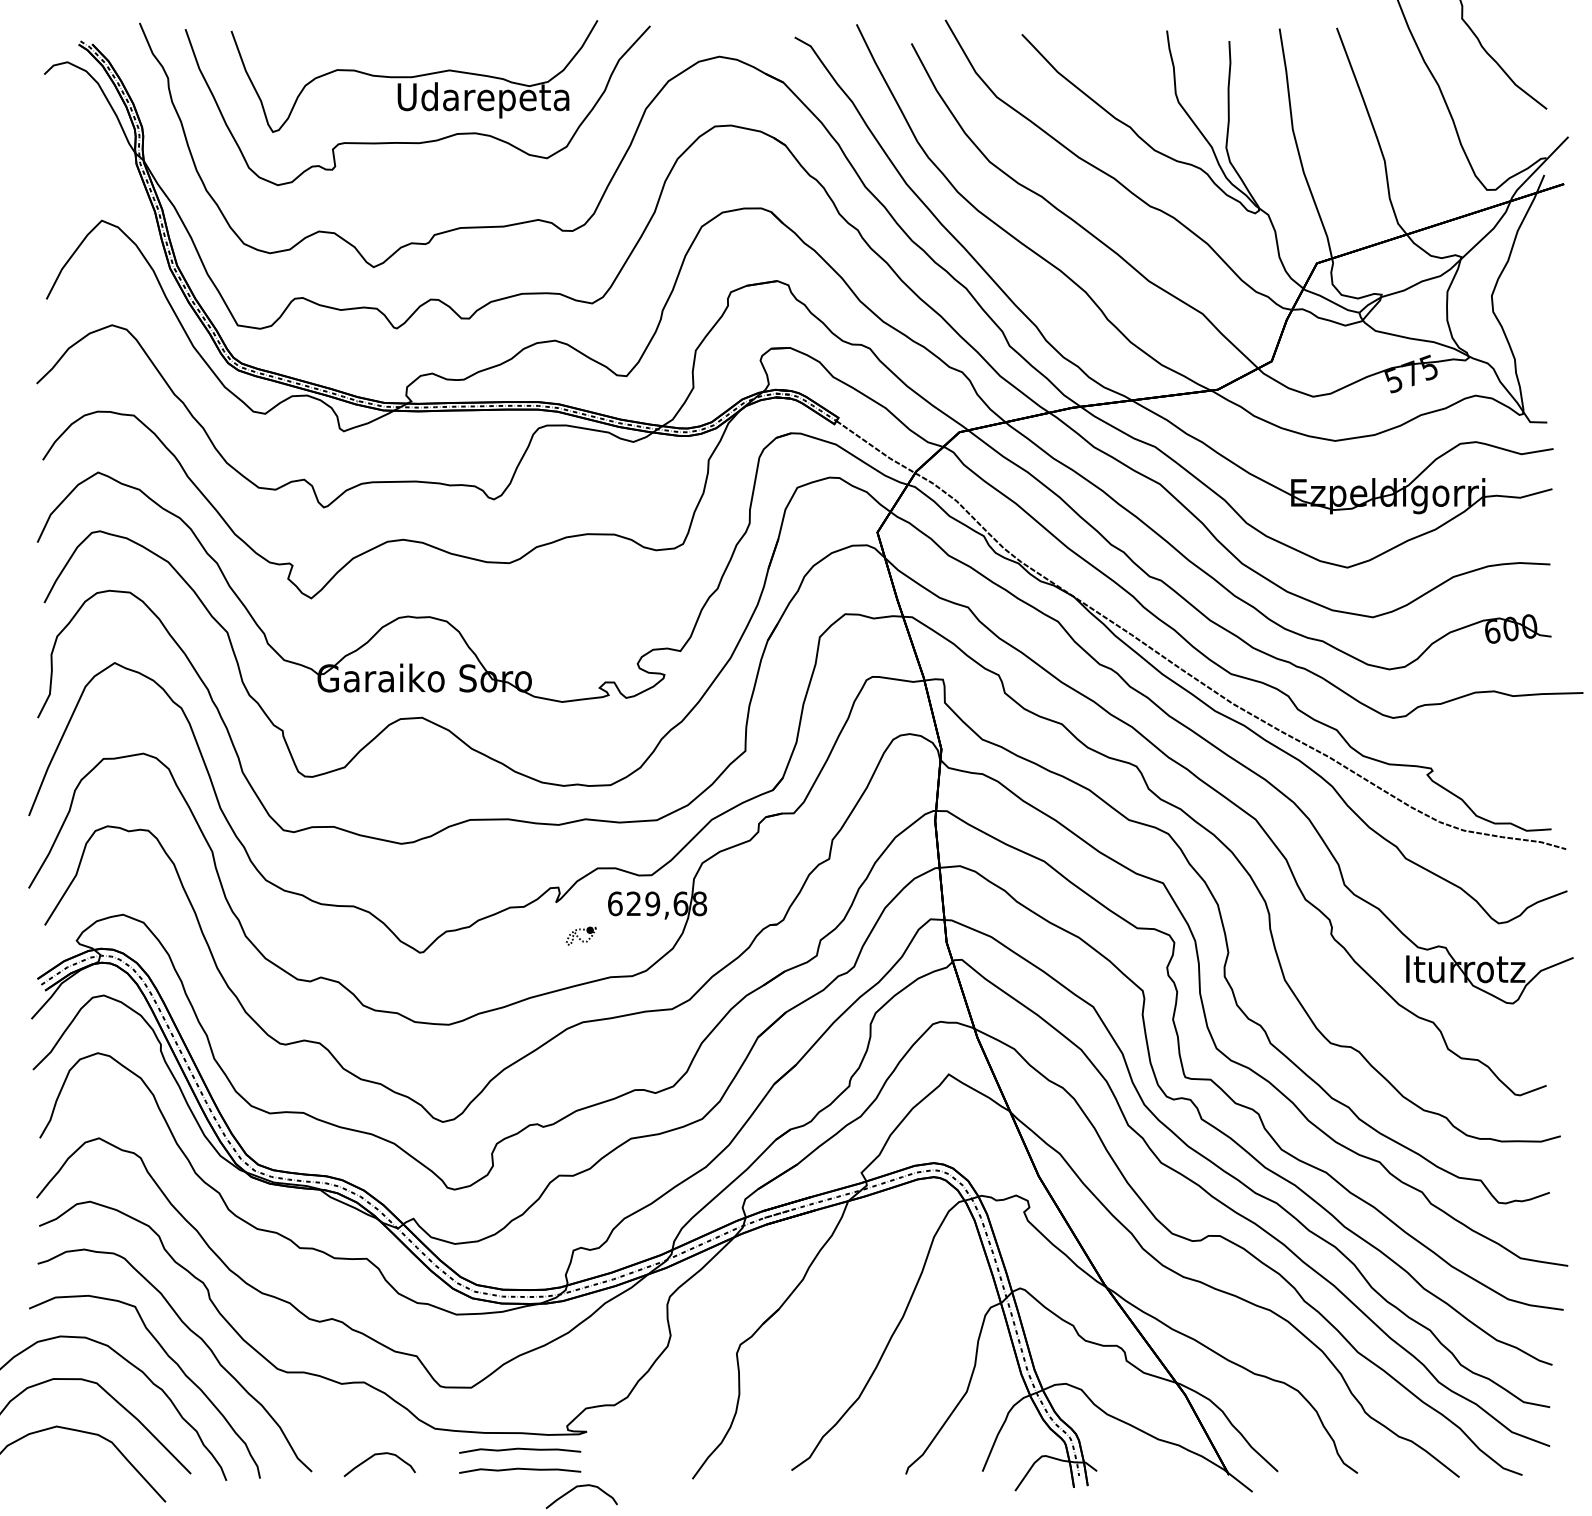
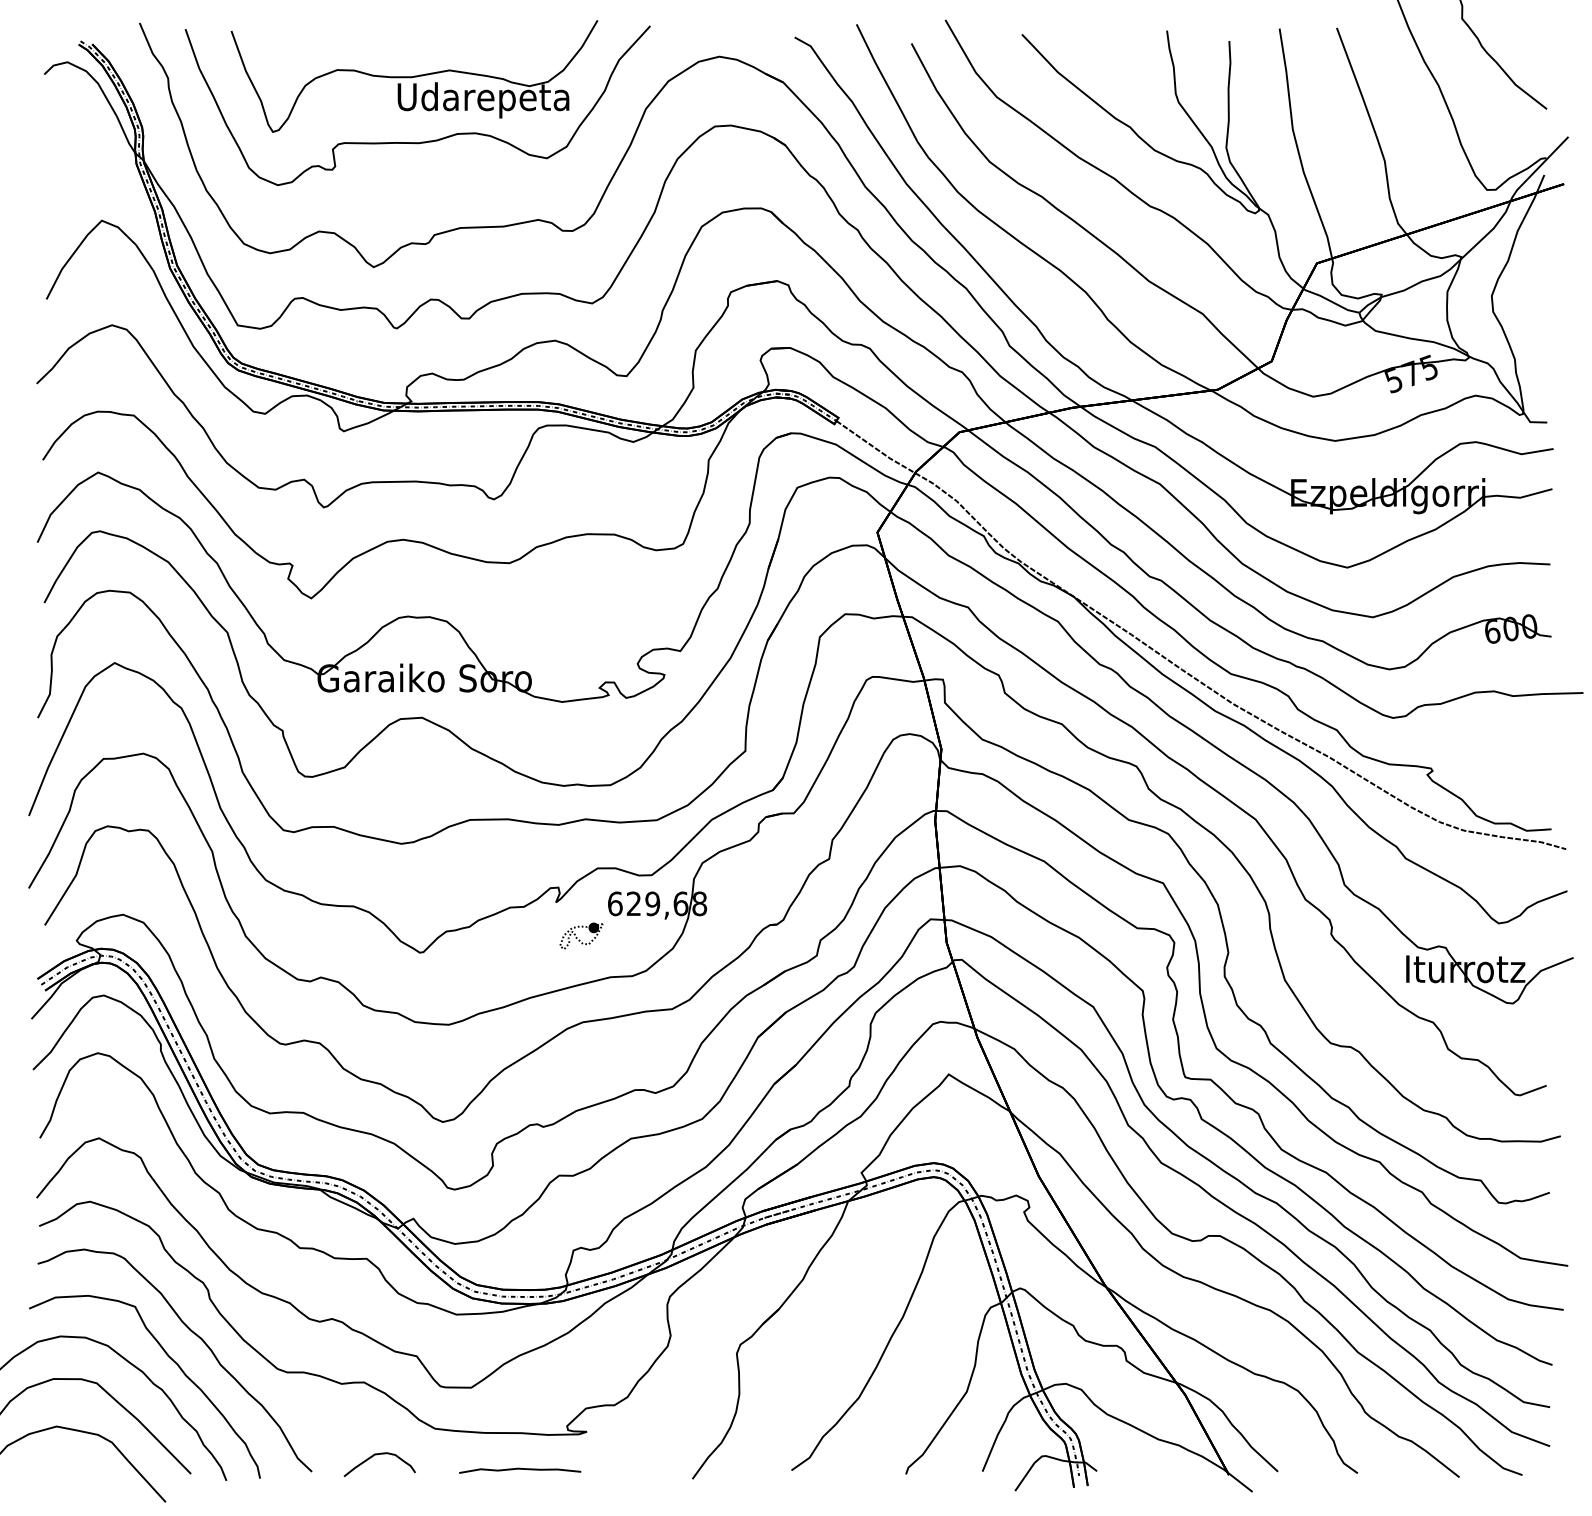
part at (580, 935) size: 32x20 px -> 45x28 px
curve at (520, 1449): present -> none
curve at (579, 1487): present -> none
